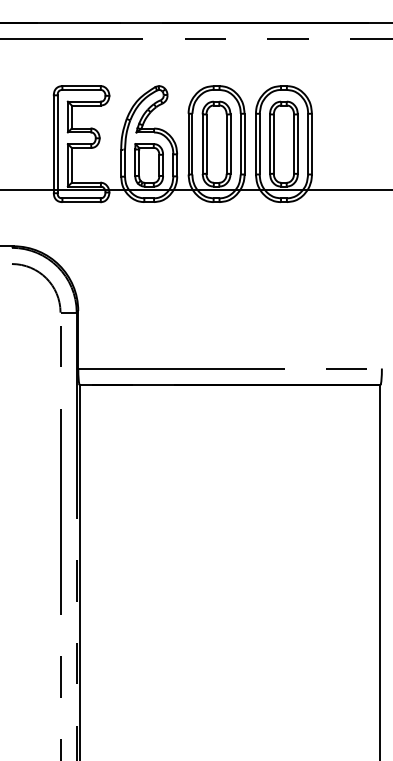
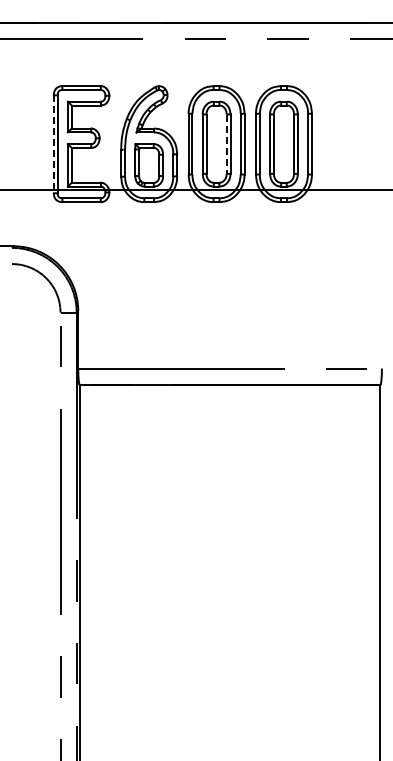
line at (53, 144): solid -> dashed
line at (226, 144): solid -> dashed
